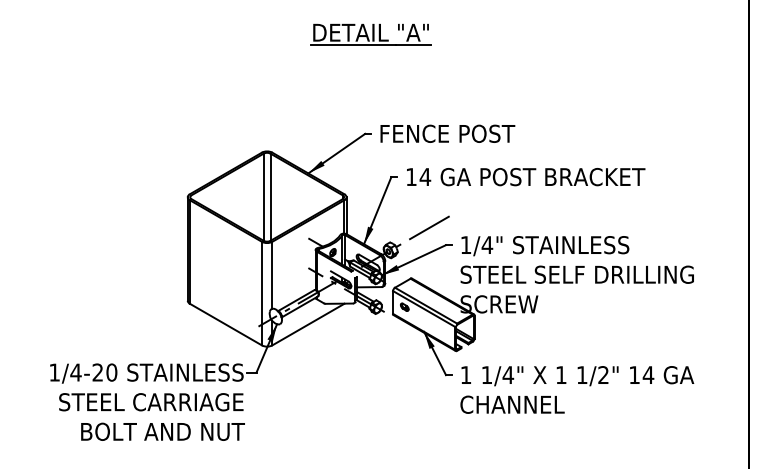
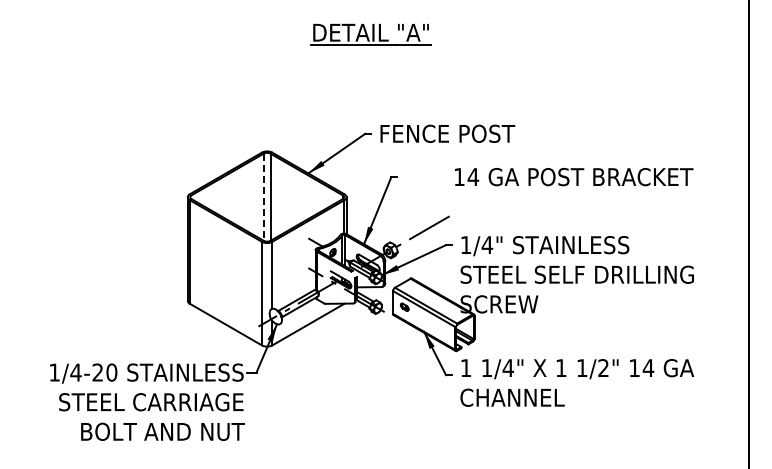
text at (526, 177) position: (526, 177) -> (574, 177)
line at (263, 197): solid -> dashed
text at (577, 389) position: (577, 389) -> (577, 382)
